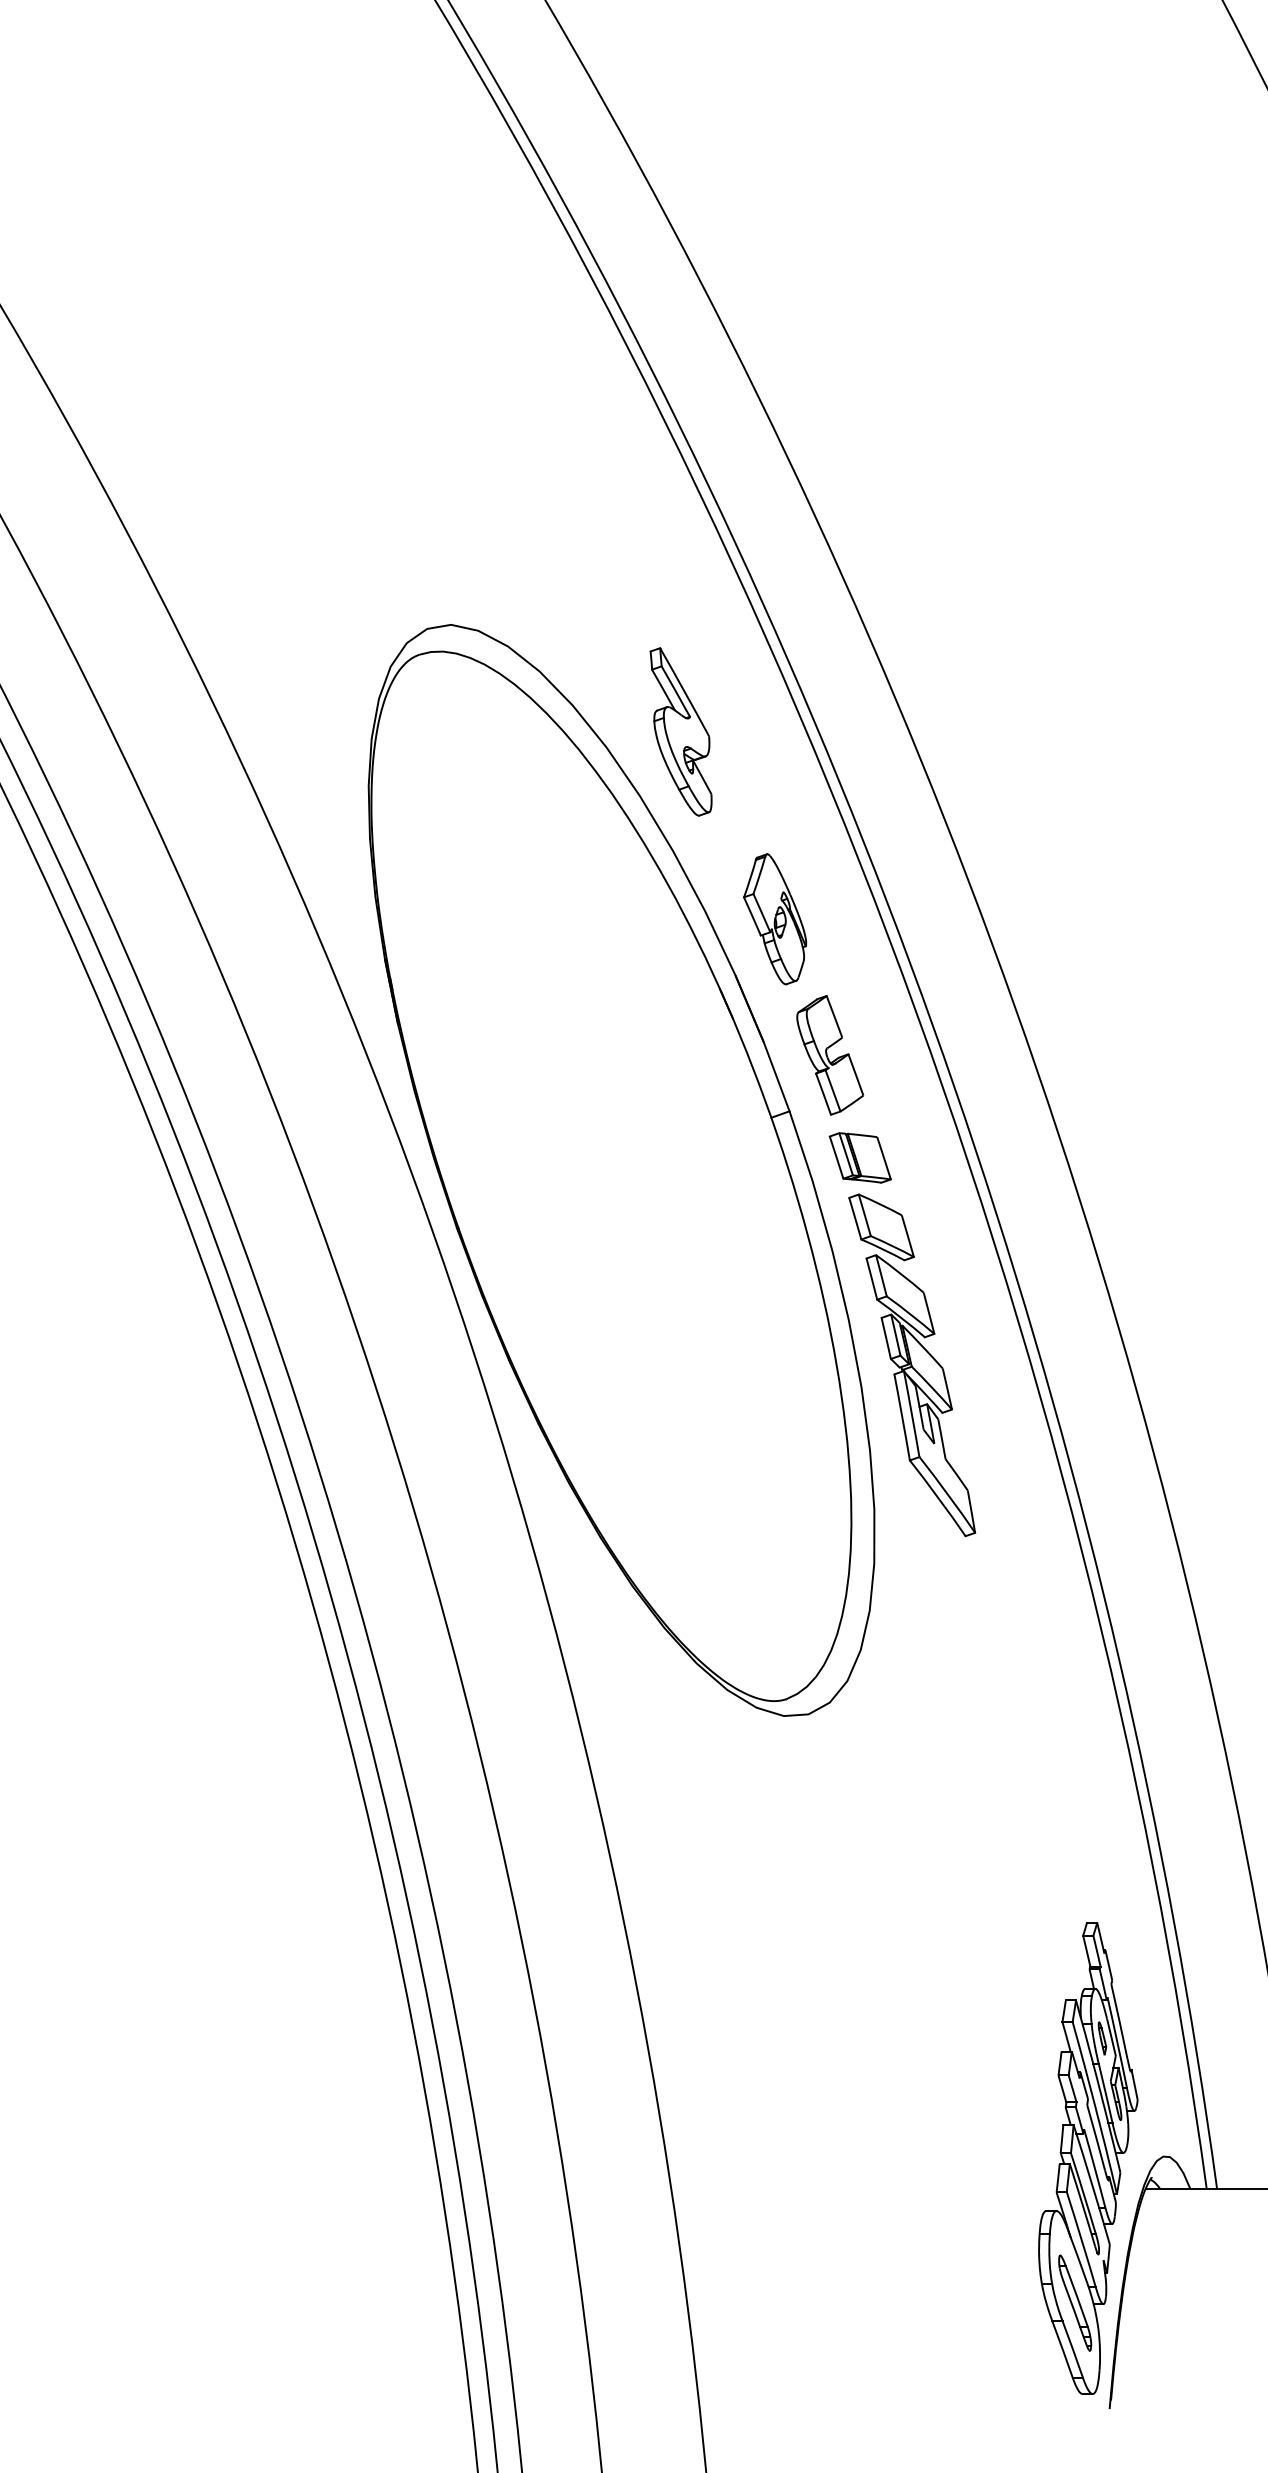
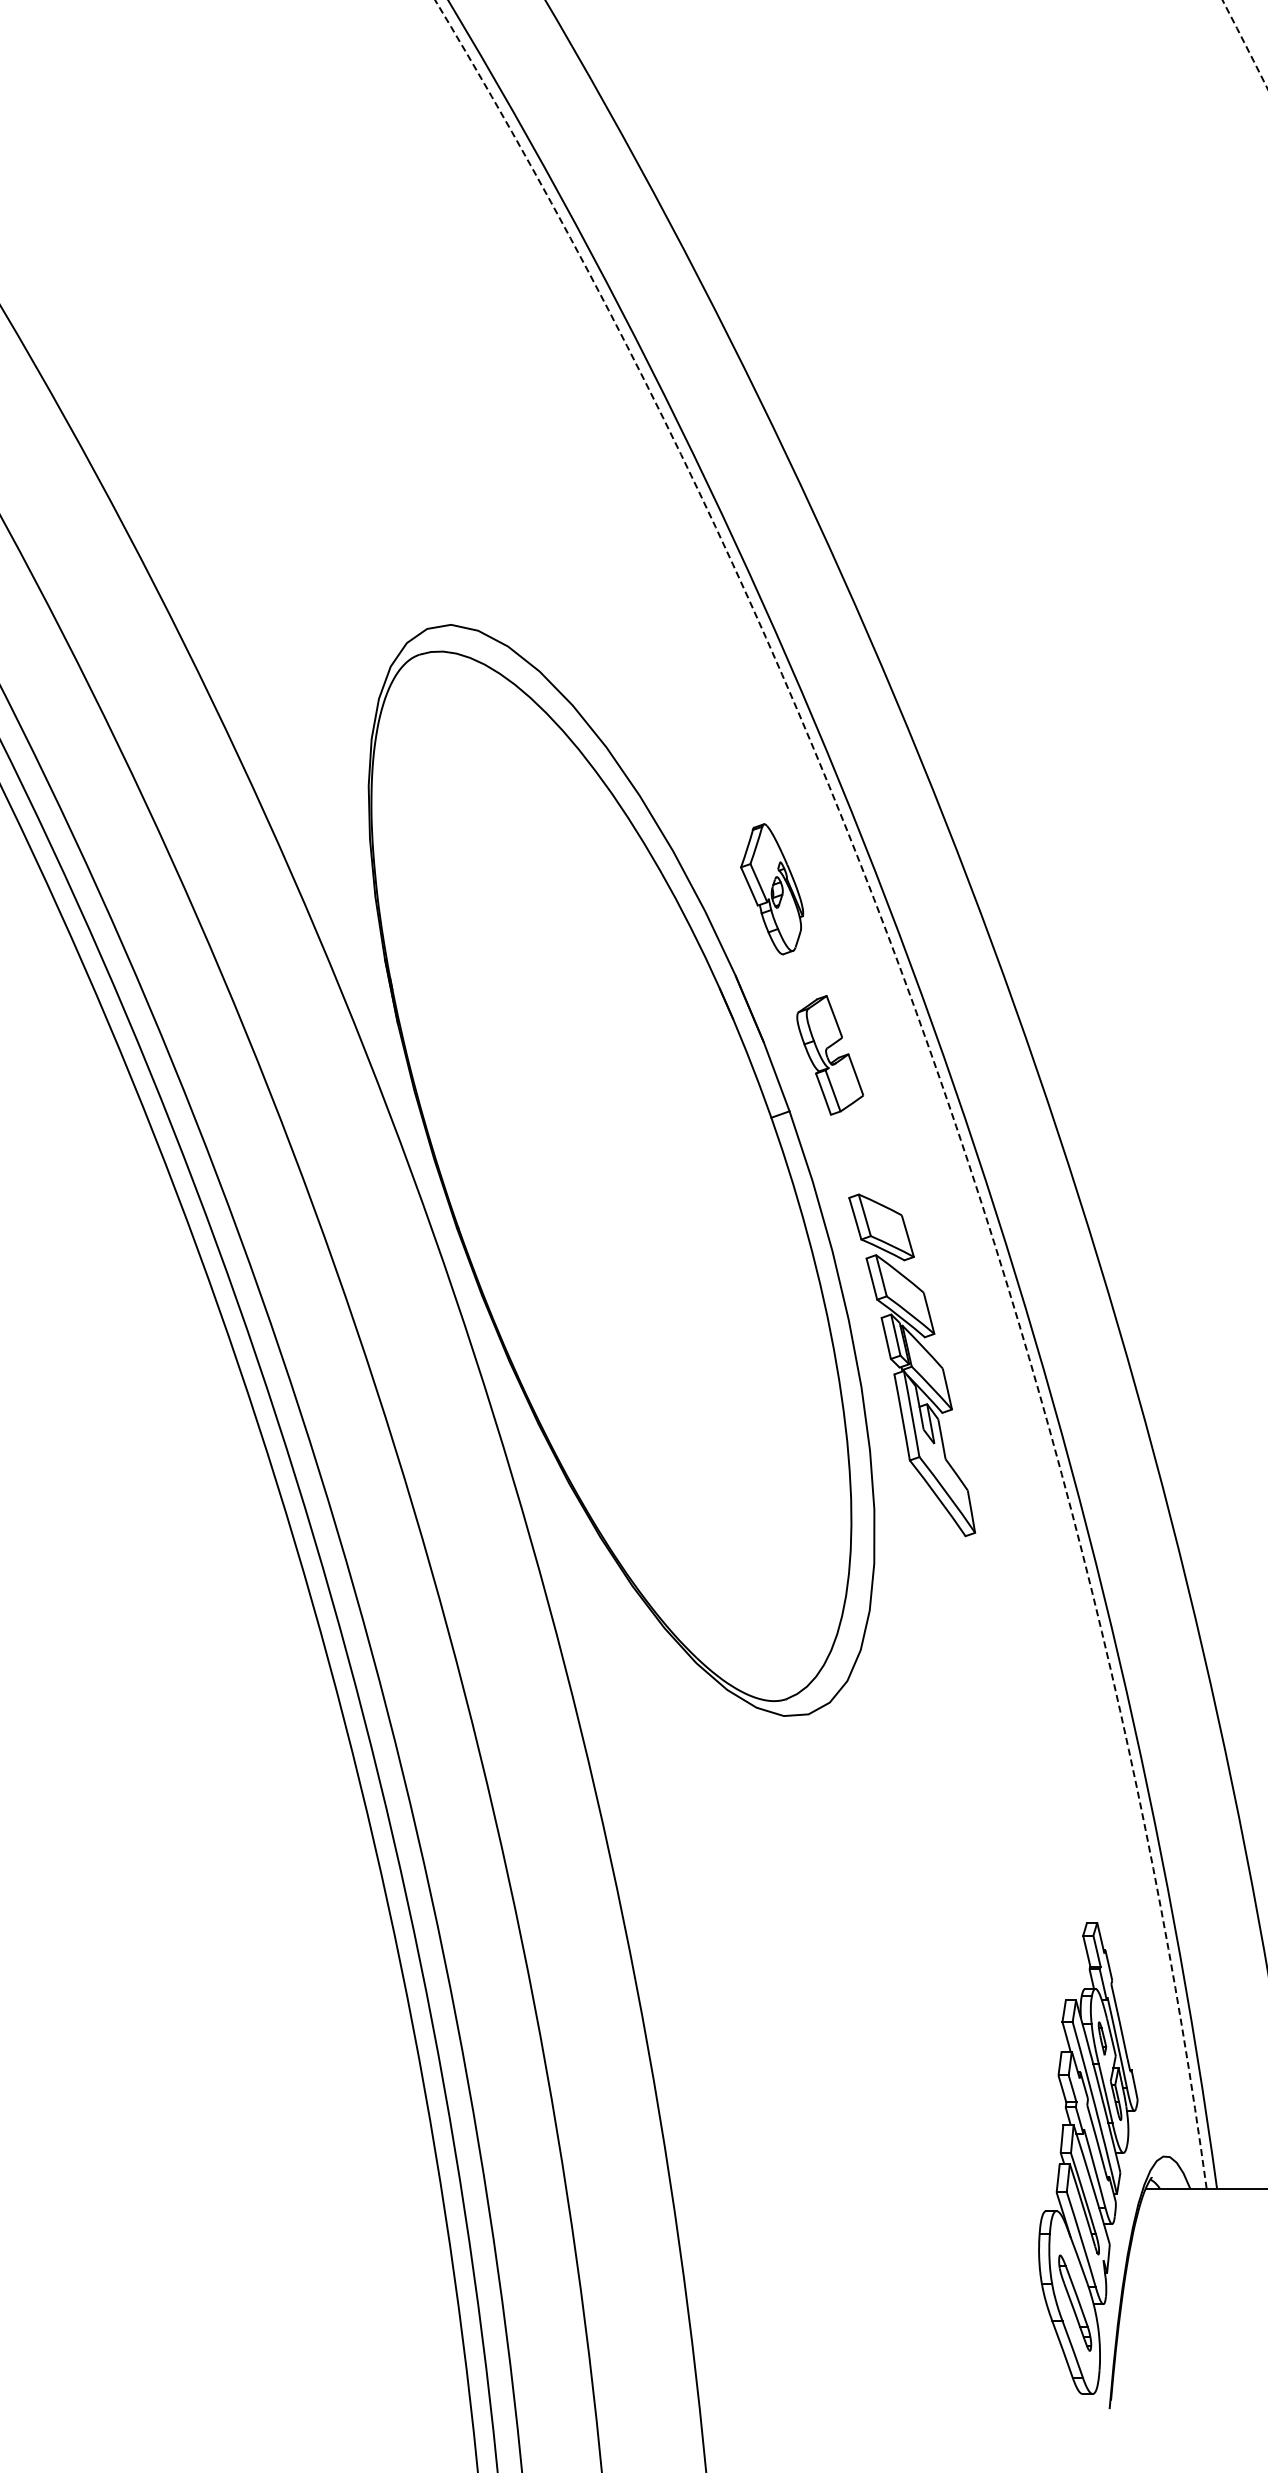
arc at (1245, 44): solid -> dashed
part at (680, 731): present -> none
part at (775, 919) position: (775, 919) -> (772, 889)
arc at (932, 1056): solid -> dashed
part at (859, 1157): present -> none
